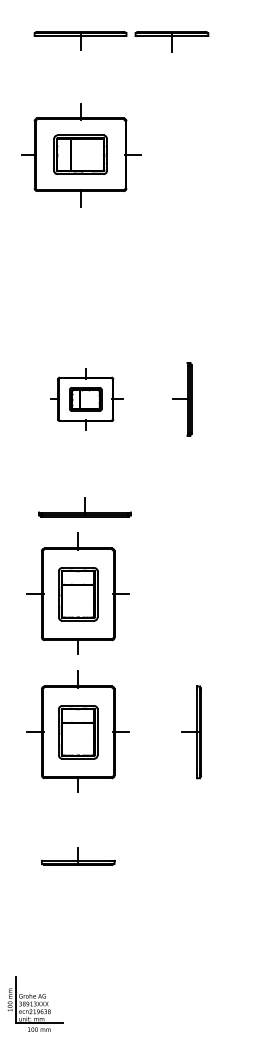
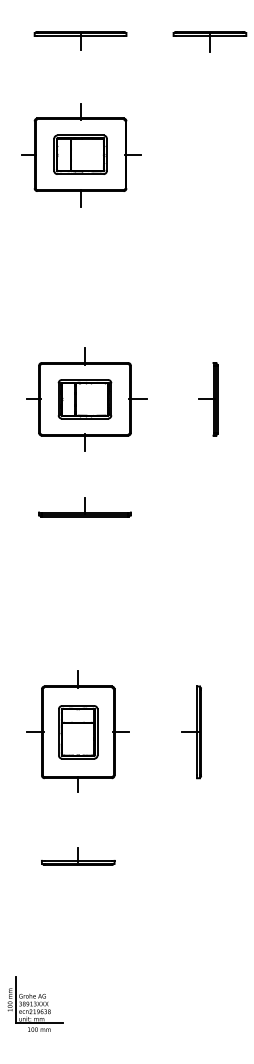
part at (171, 41) position: (171, 41) -> (209, 41)
part at (86, 399) size: 74x63 px -> 122x105 px
part at (182, 399) position: (182, 399) -> (208, 399)
part at (77, 593): present -> none
